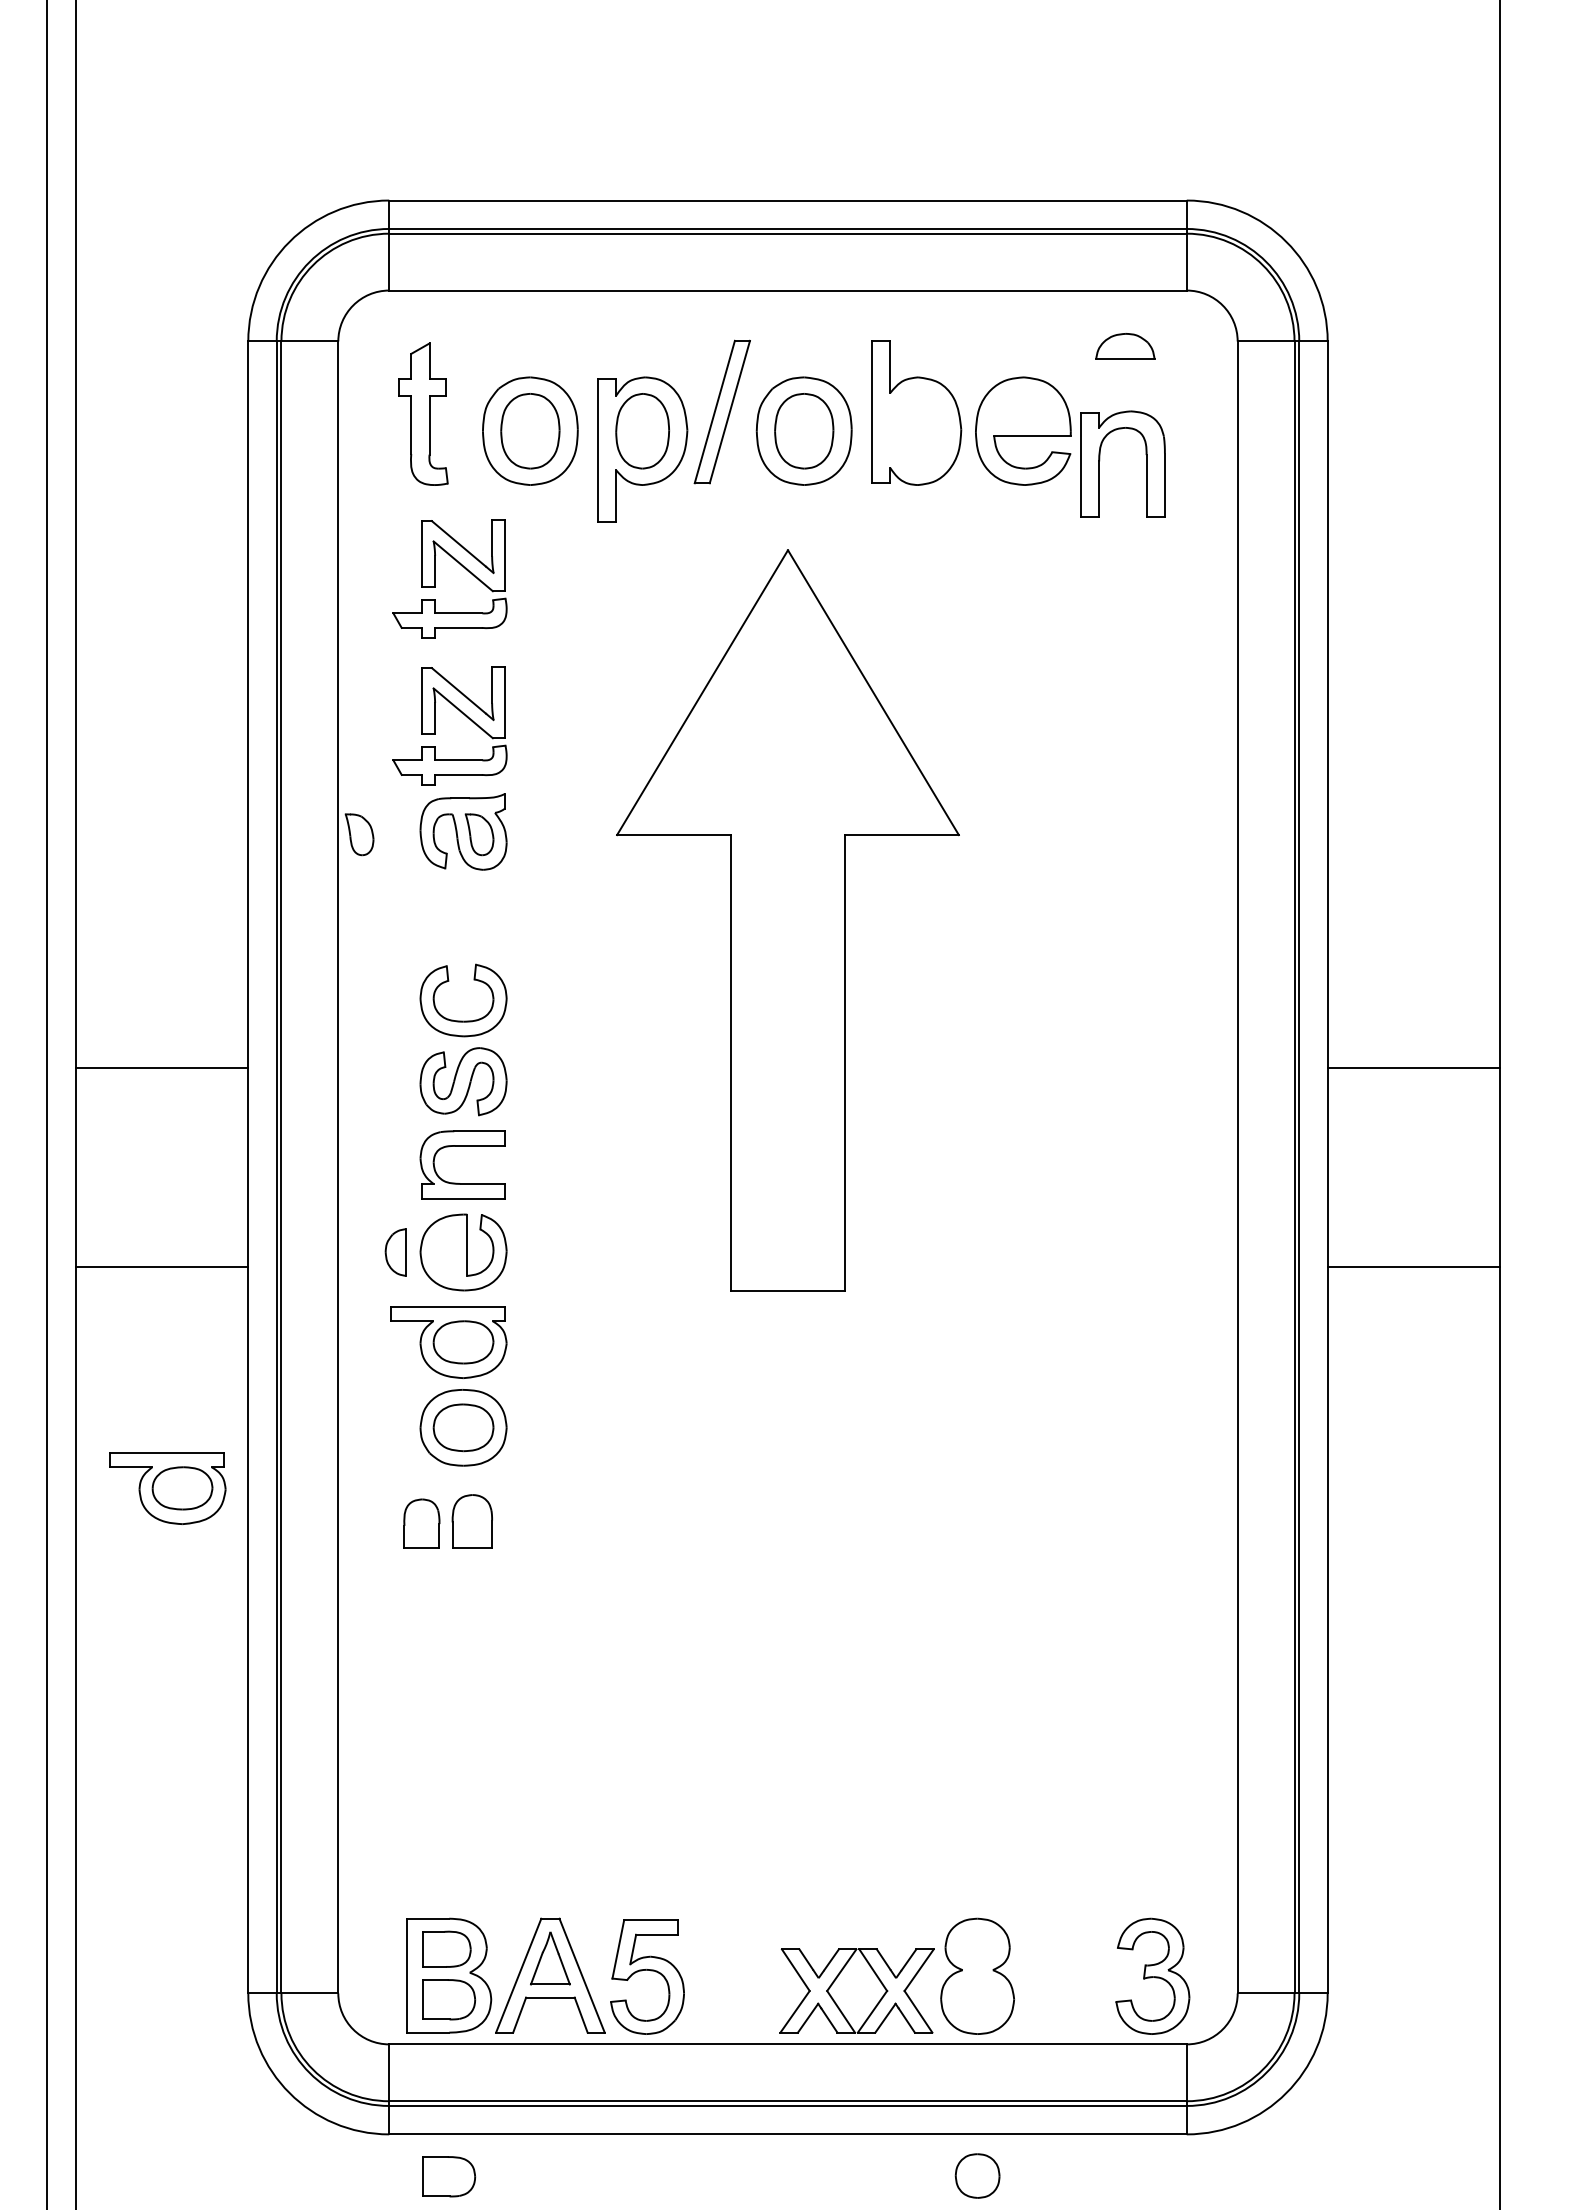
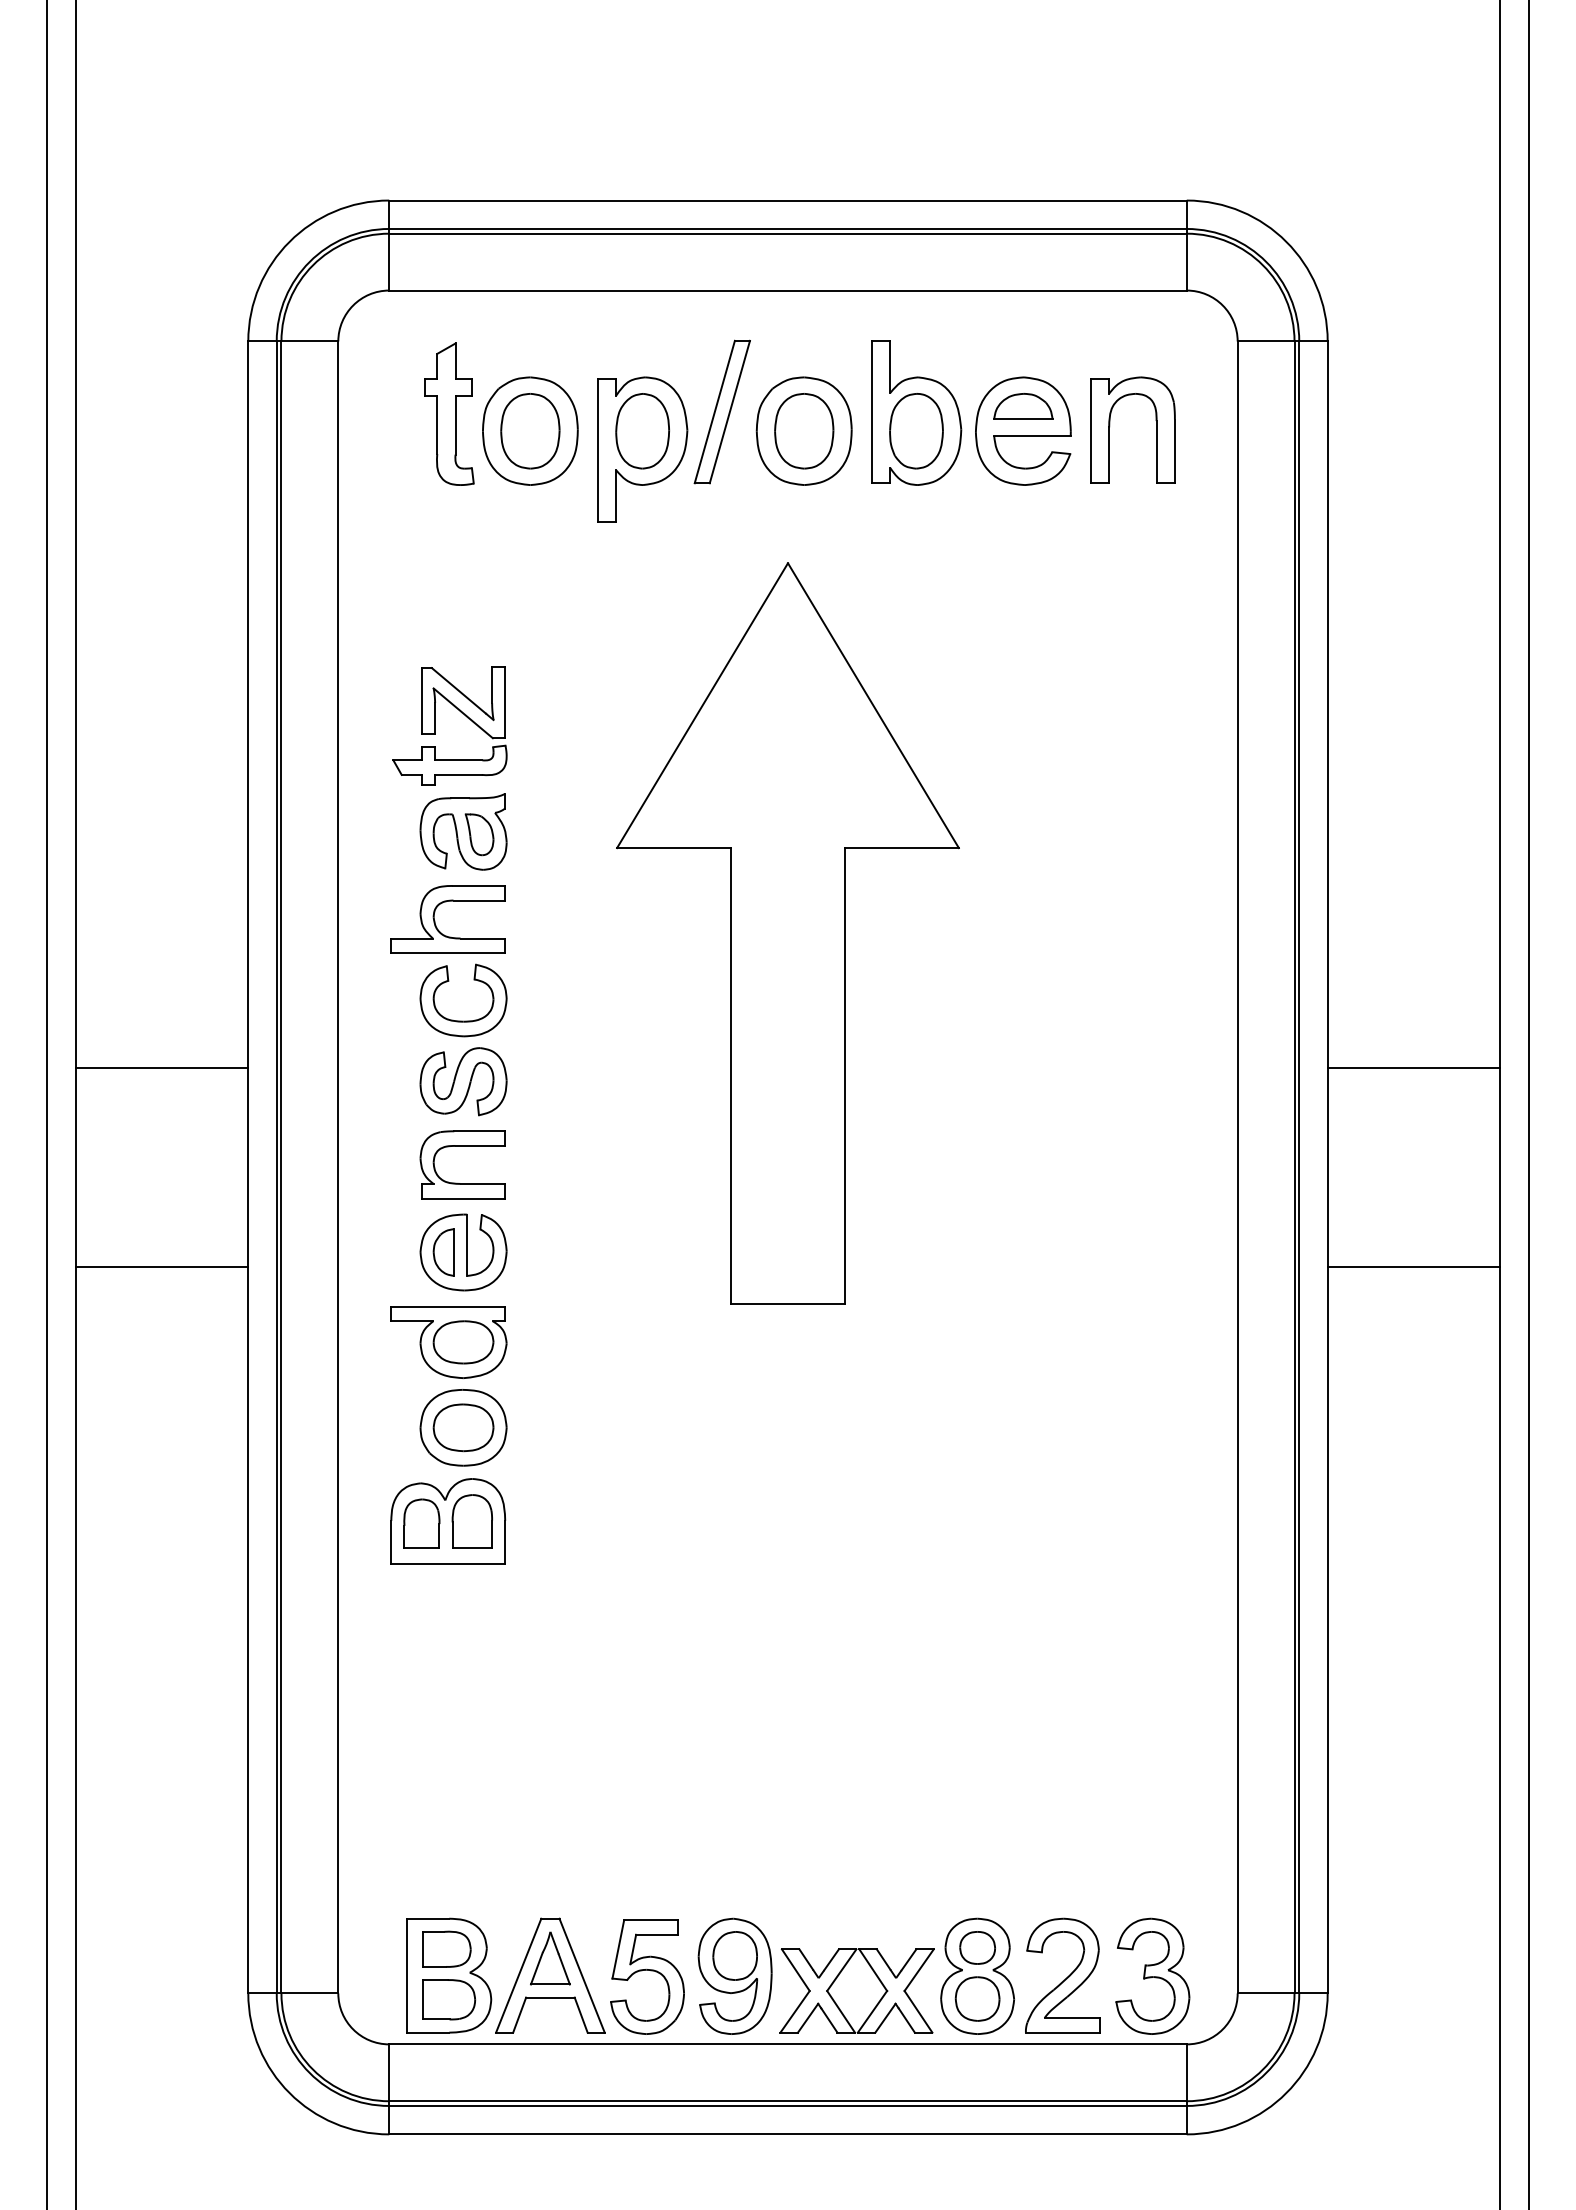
part at (1125, 346) position: (1125, 346) -> (1023, 406)
part at (423, 413) position: (423, 413) -> (449, 413)
part at (916, 431): none -> present
part at (1100, 460) position: (1100, 460) -> (1110, 426)
part at (435, 578): present -> none
part at (359, 834): present -> none
part at (435, 920): none -> present
part at (787, 920) position: (787, 920) -> (787, 933)
line at (1528, 1104): none -> present
part at (395, 1252) position: (395, 1252) -> (443, 1252)
part at (167, 1488): present -> none
part at (448, 1521): none -> present
part at (977, 1947): none -> present
part at (734, 1975): none -> present
part at (1062, 1975): none -> present
part at (977, 2175) position: (977, 2175) -> (977, 1998)
part at (449, 2176): present -> none
